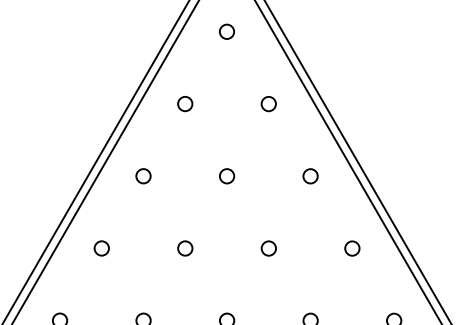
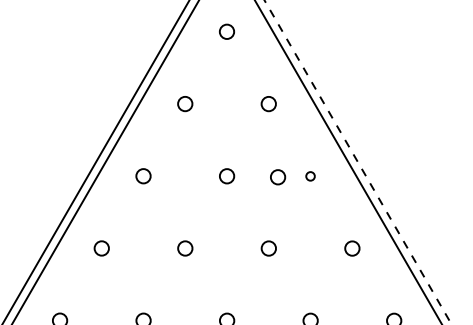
line at (358, 162): solid -> dashed
circle at (310, 176) size: 17x17 px -> 11x11 px
circle at (278, 177): none -> present
